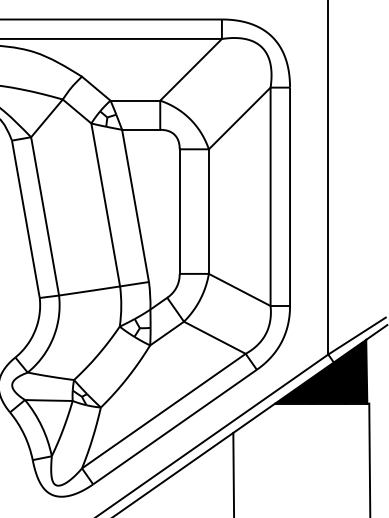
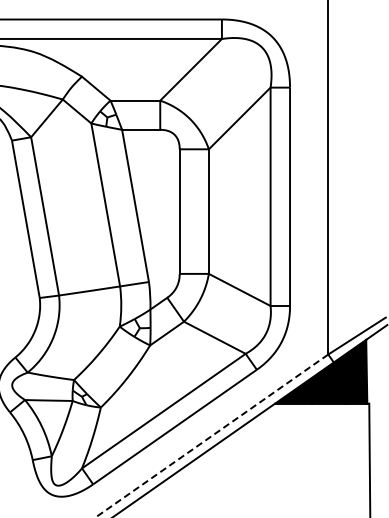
line at (211, 436): solid -> dashed
line at (233, 473): present -> none
